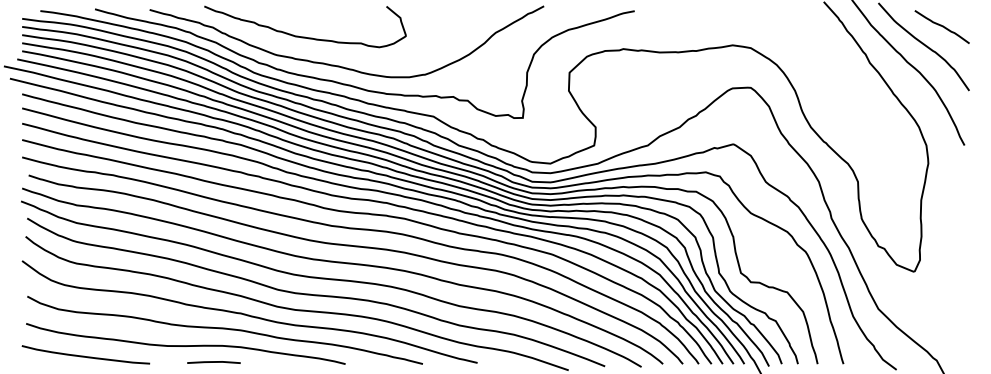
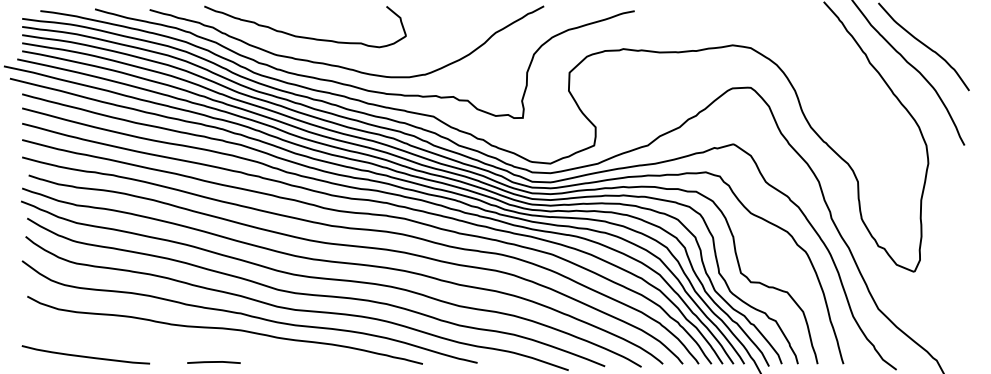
curve at (941, 26): present -> none
curve at (185, 345): present -> none
